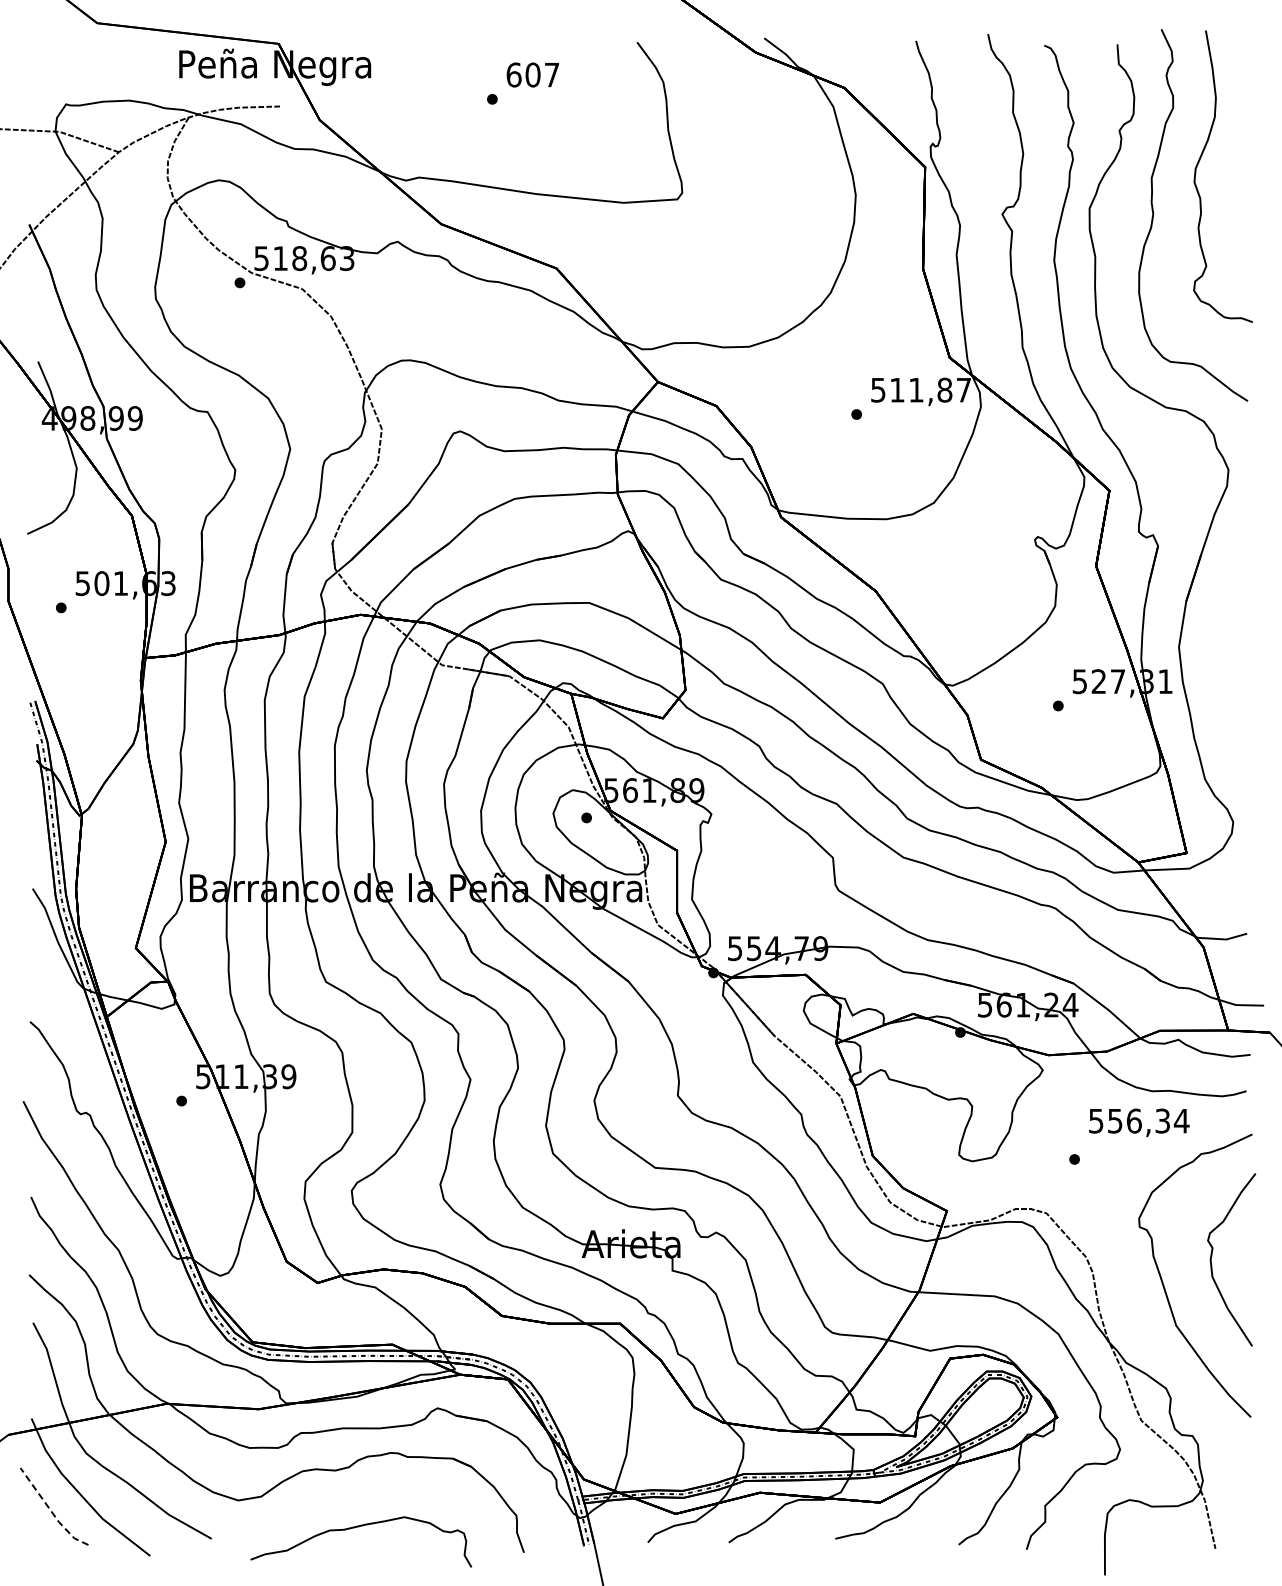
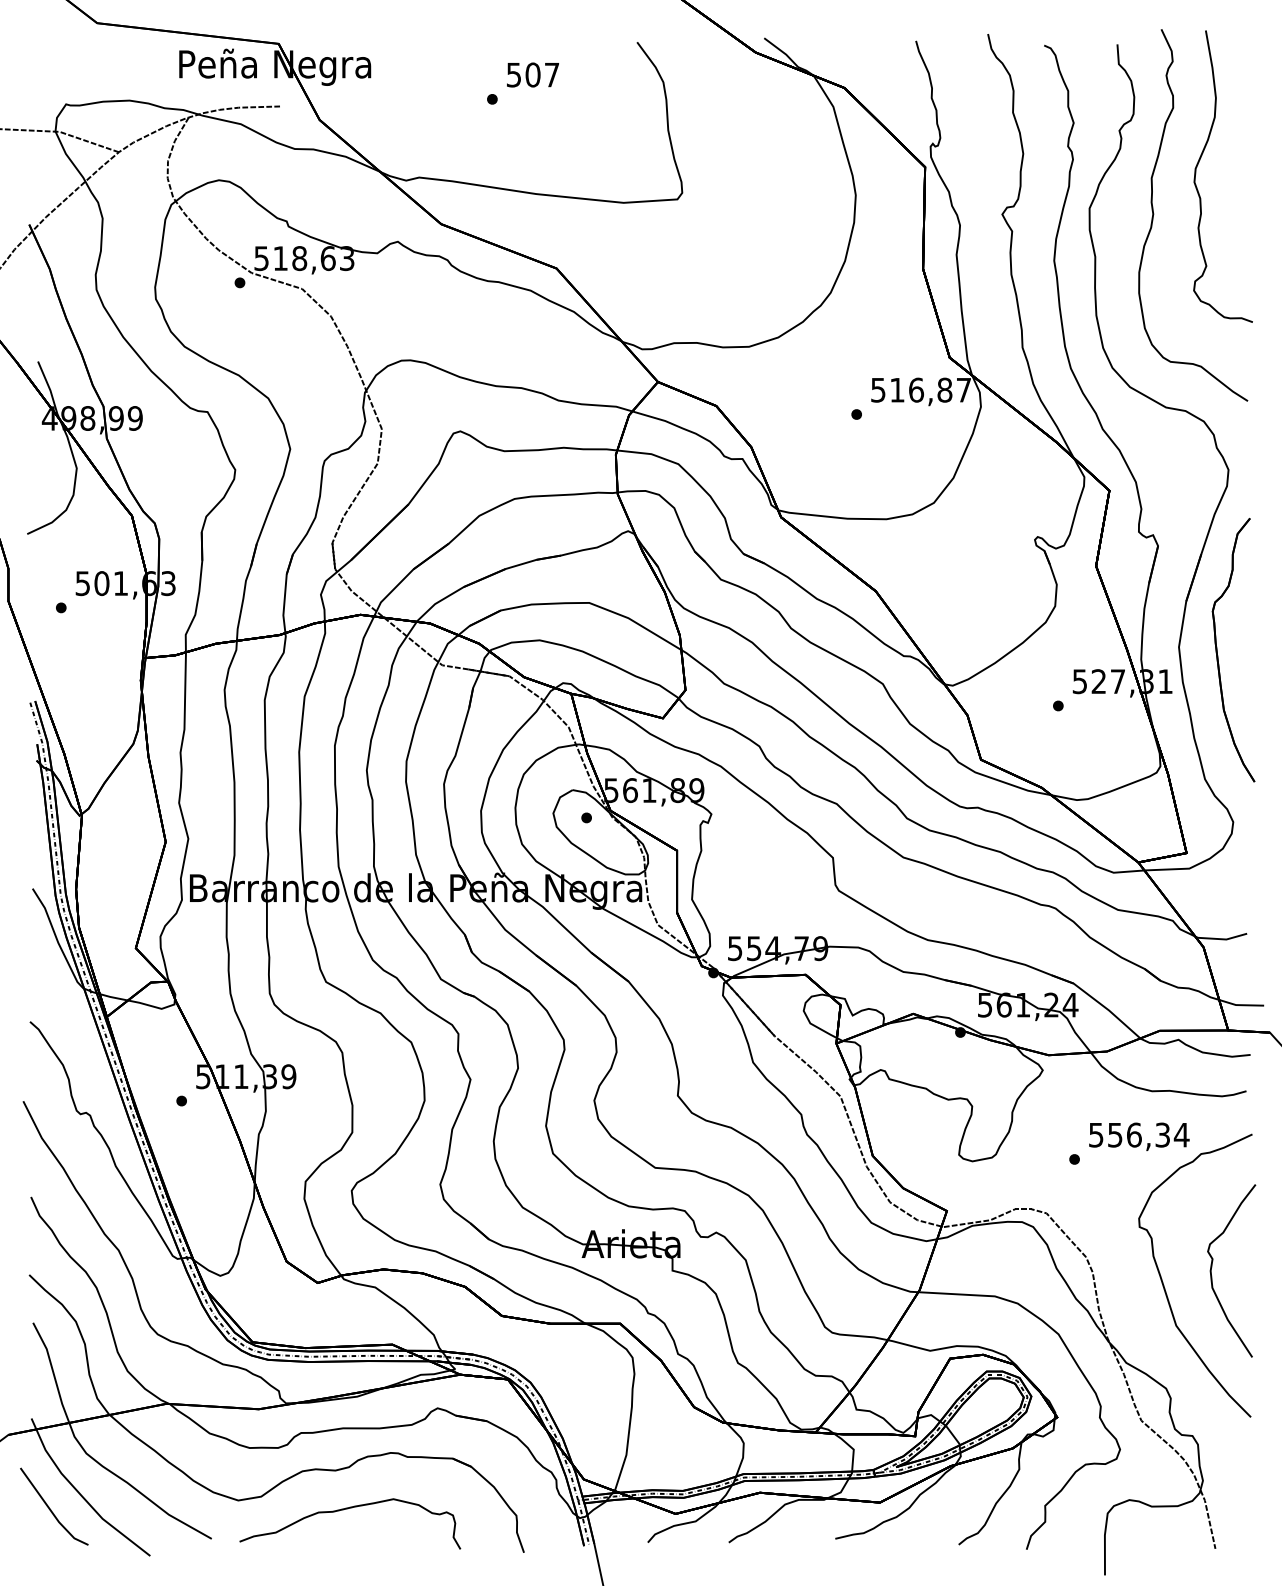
text at (513, 74): 607 -> 507
text at (916, 389): 511,87 -> 516,87
part at (1218, 655): none -> present
text at (1139, 1122) position: (1139, 1122) -> (1139, 1136)
curve at (1212, 1256) position: (1212, 1256) -> (1212, 1267)
line at (51, 1511): dashed -> solid
curve at (358, 1527) position: (358, 1527) -> (347, 1509)
